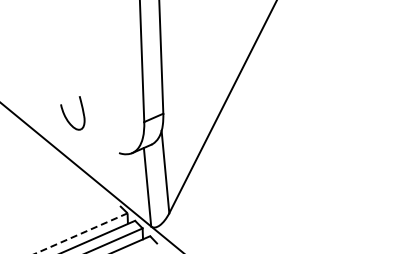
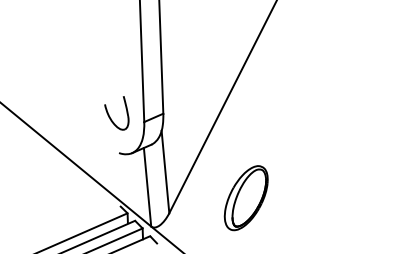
part at (66, 116) position: (66, 116) -> (110, 116)
part at (245, 198): none -> present
line at (80, 233): dashed -> solid
